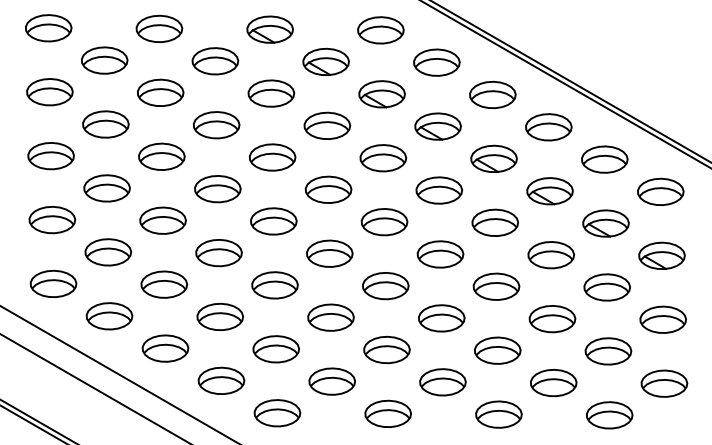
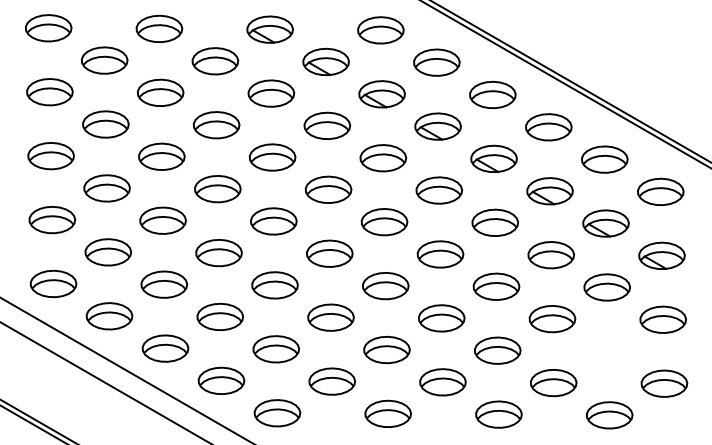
part at (608, 351): present -> none
line at (118, 374) position: (118, 374) -> (125, 369)
line at (94, 388) position: (94, 388) -> (104, 382)
